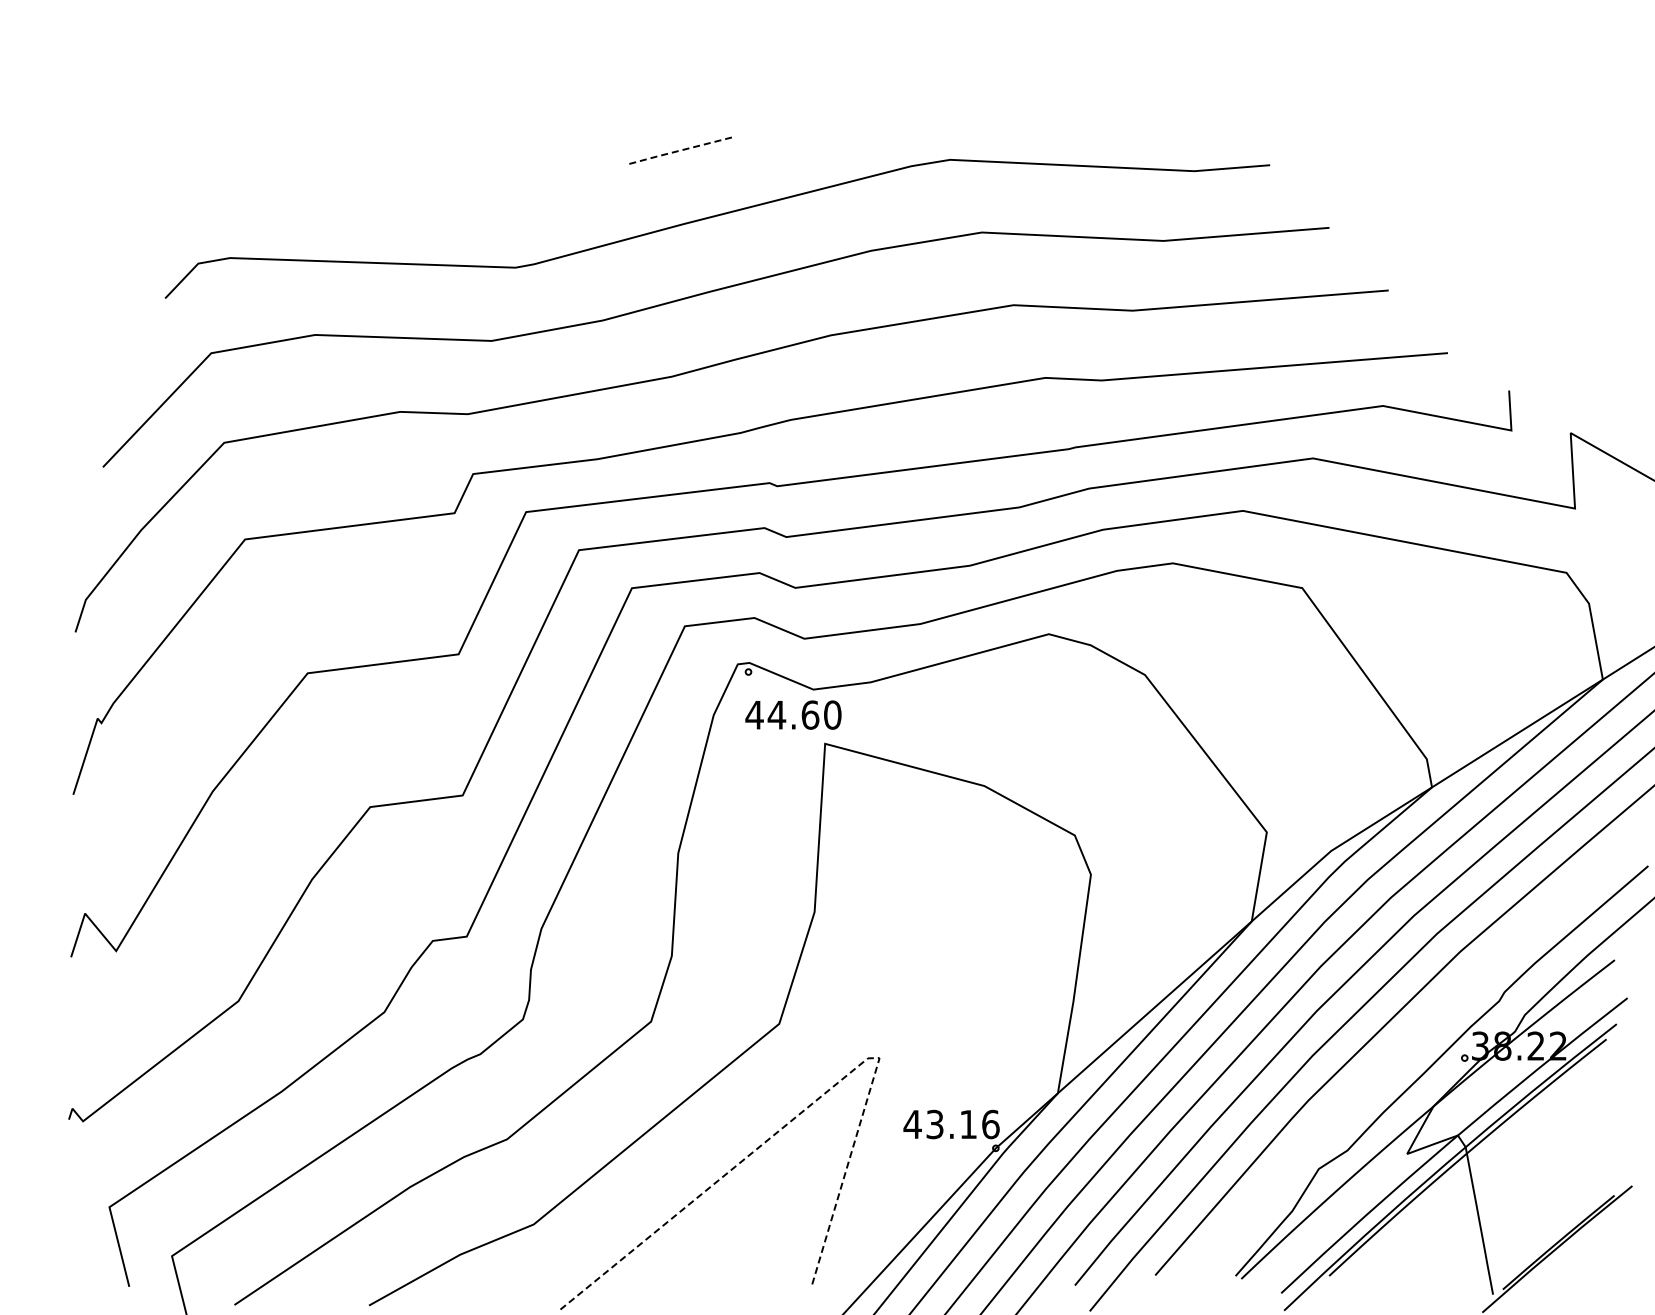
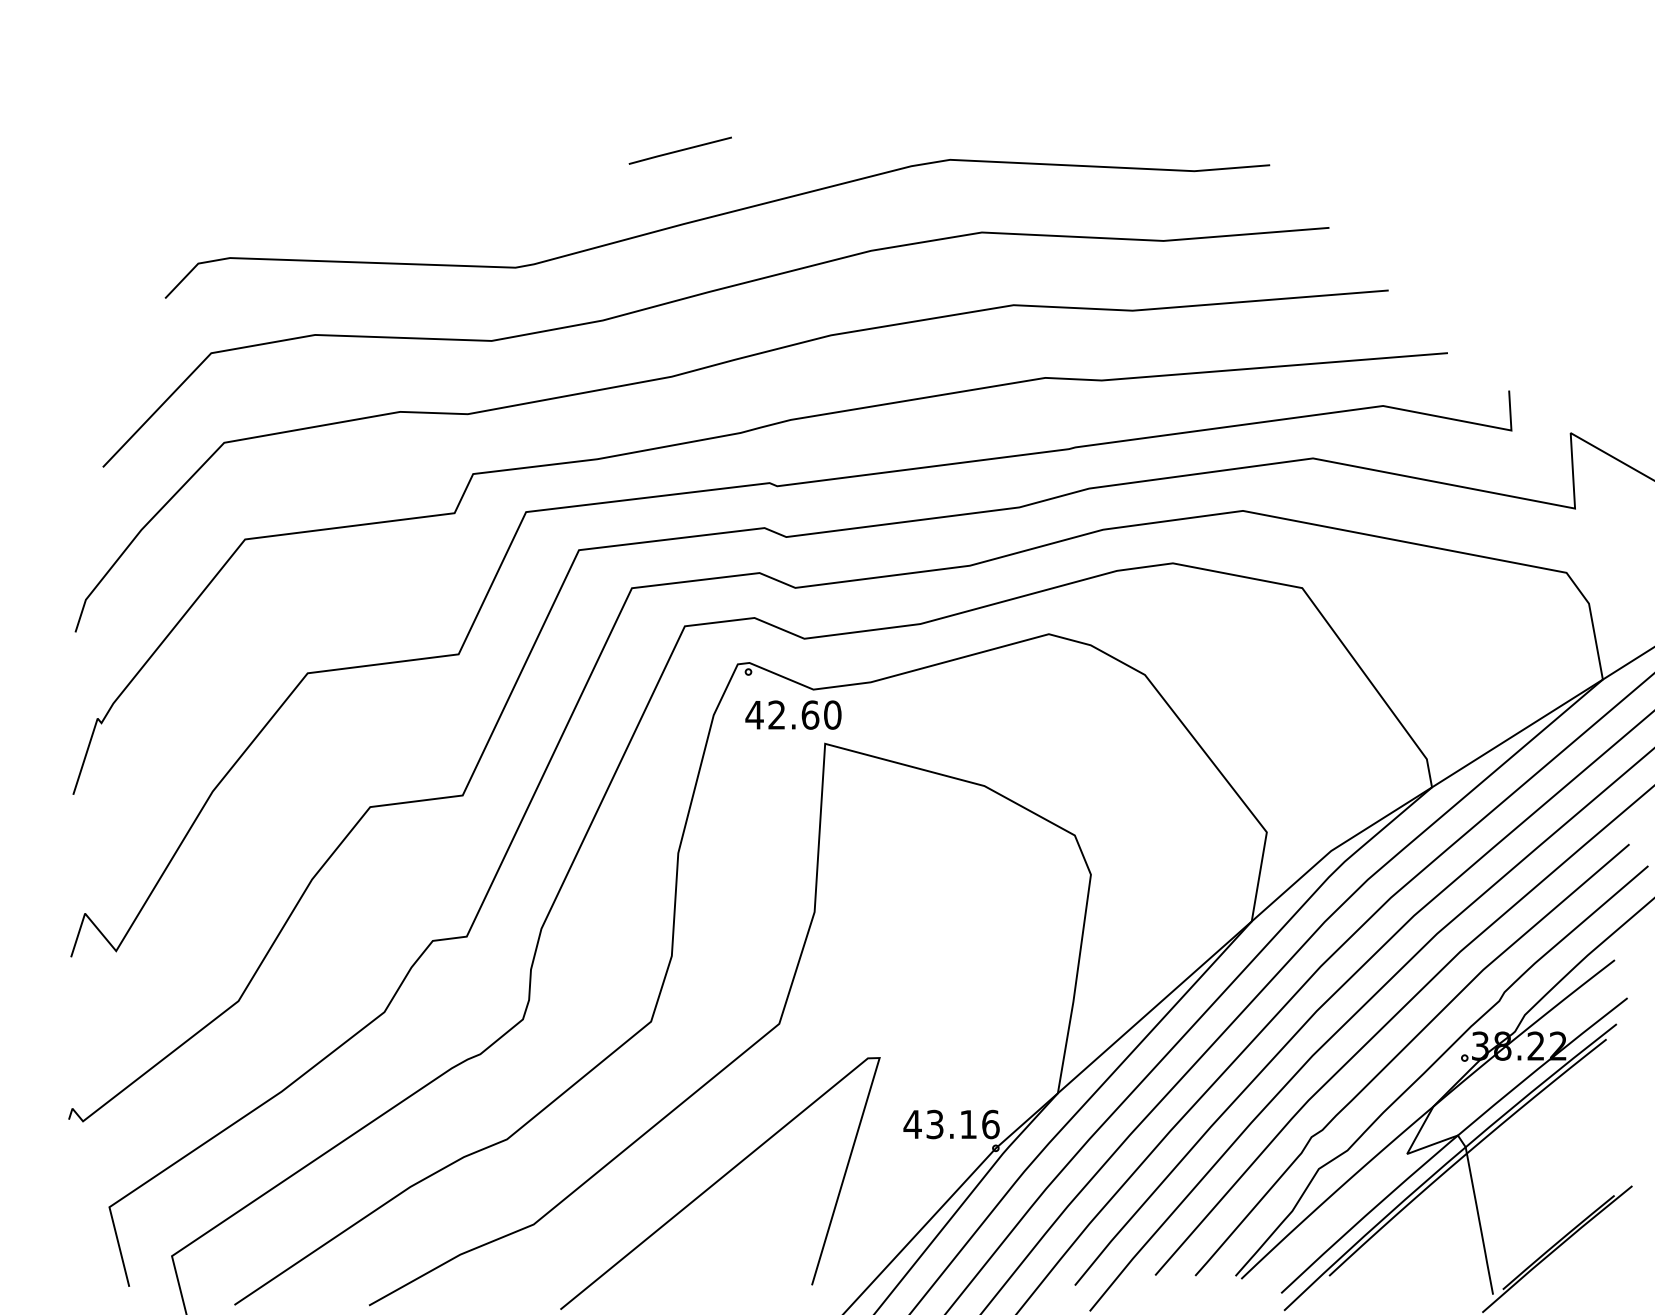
line at (679, 150): dashed -> solid
text at (776, 714): 44.60 -> 42.60
curve at (1403, 1050): none -> present
line at (811, 1104): dashed -> solid
